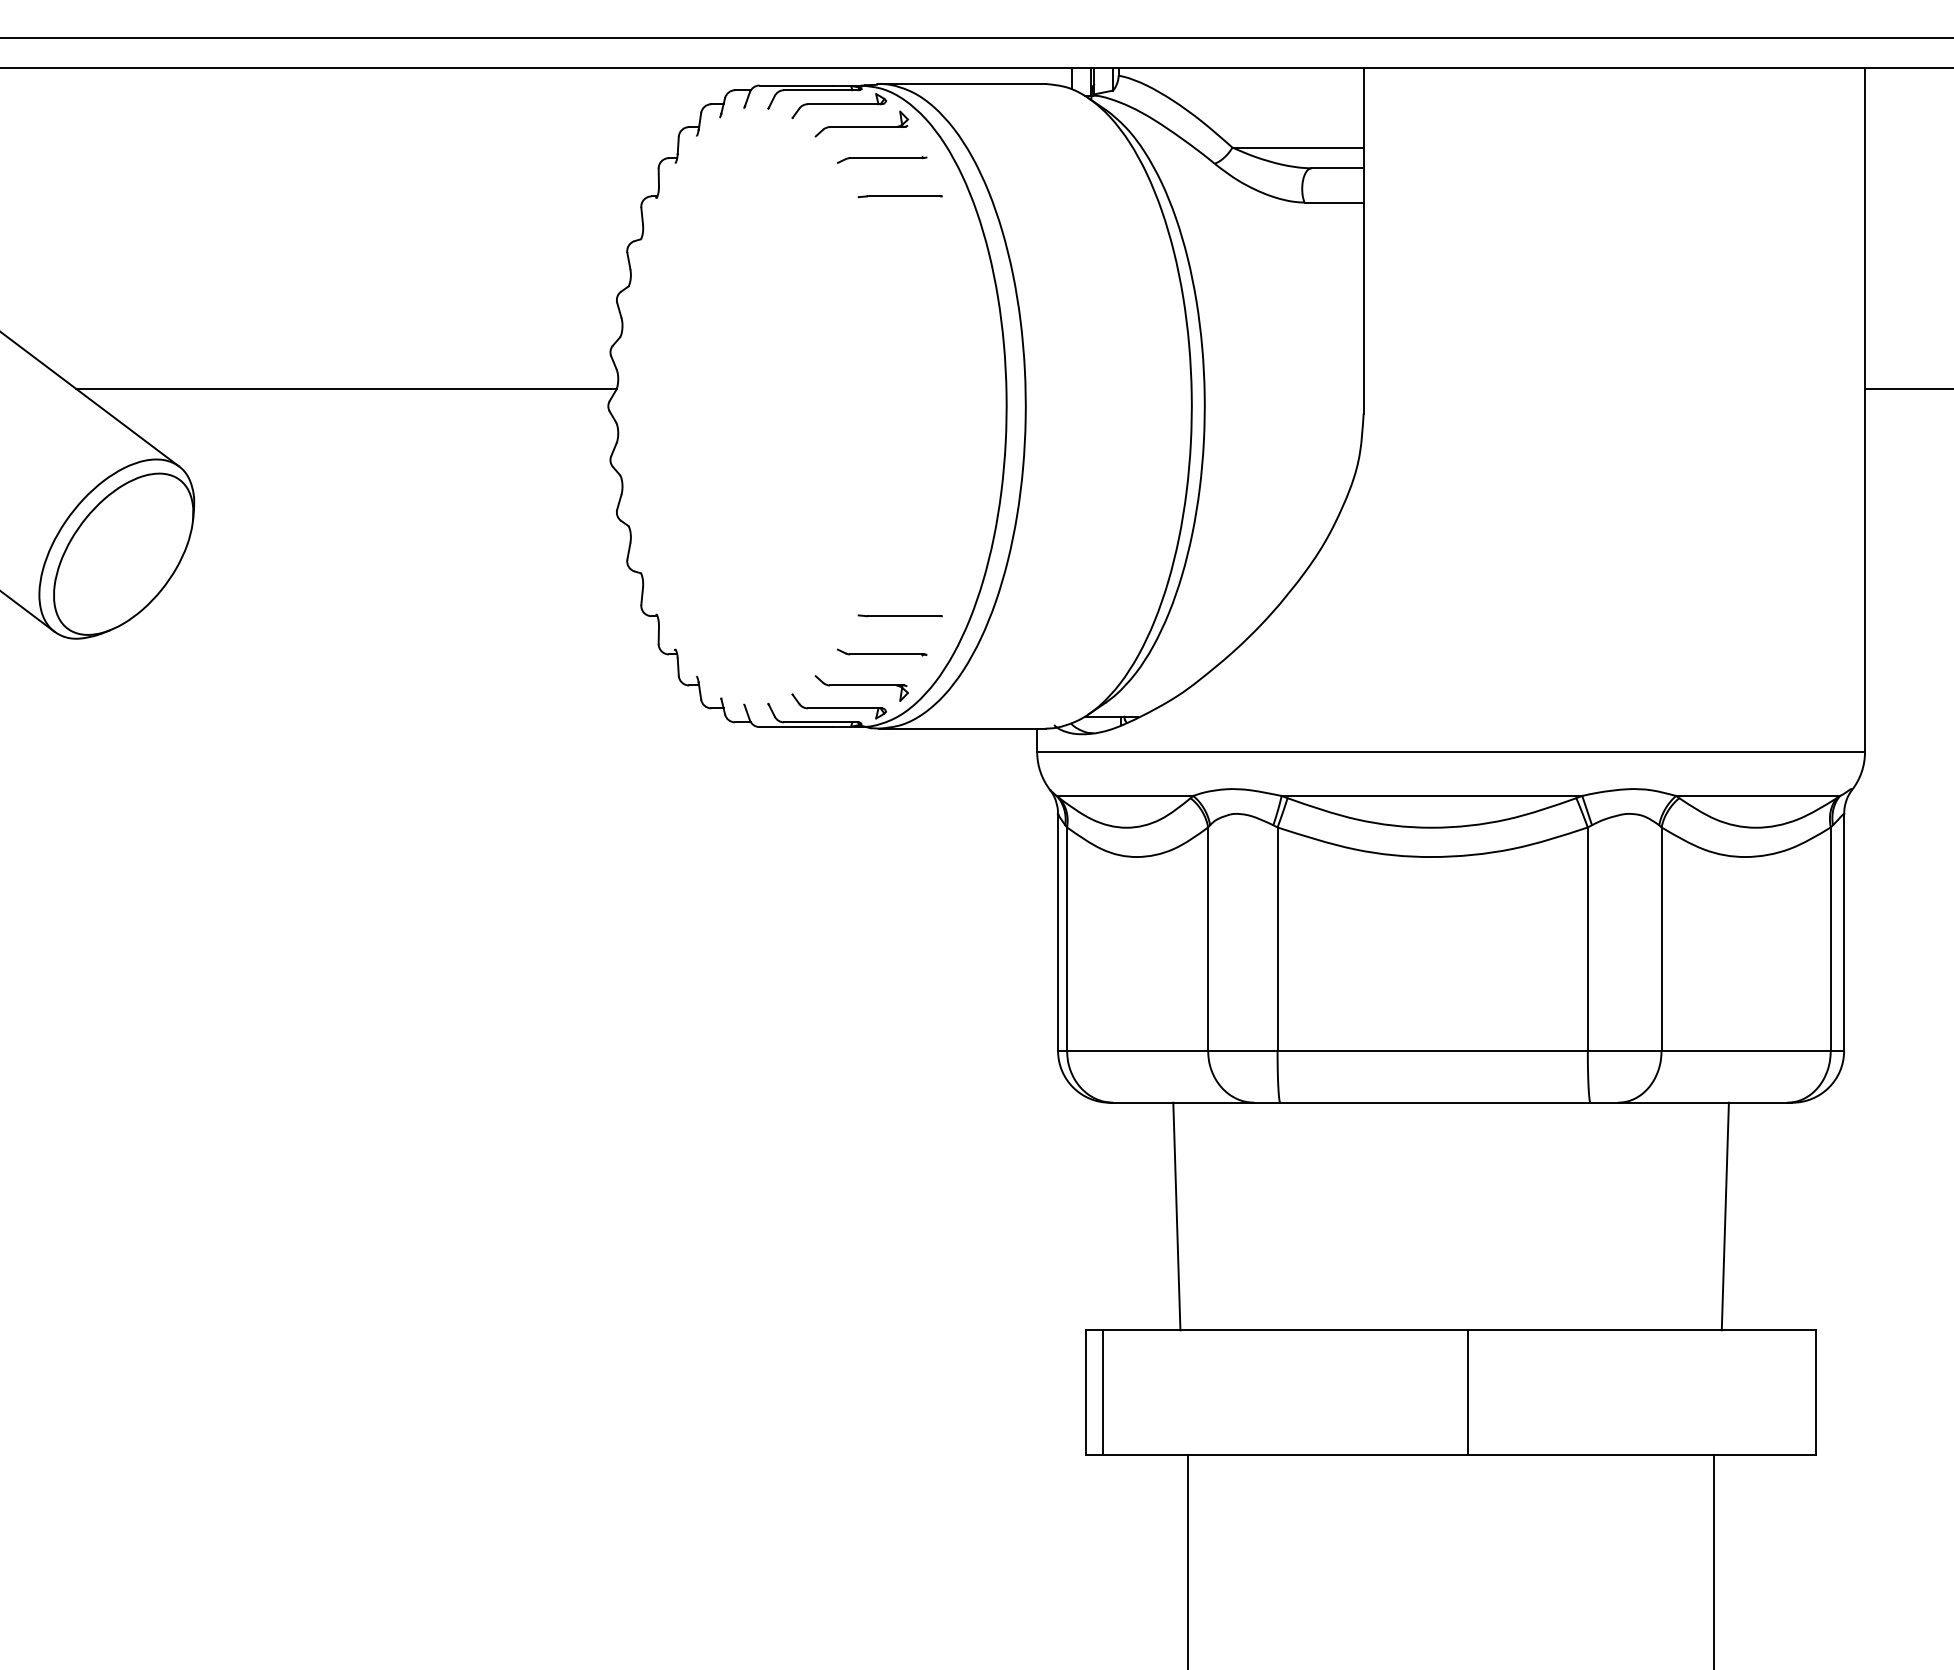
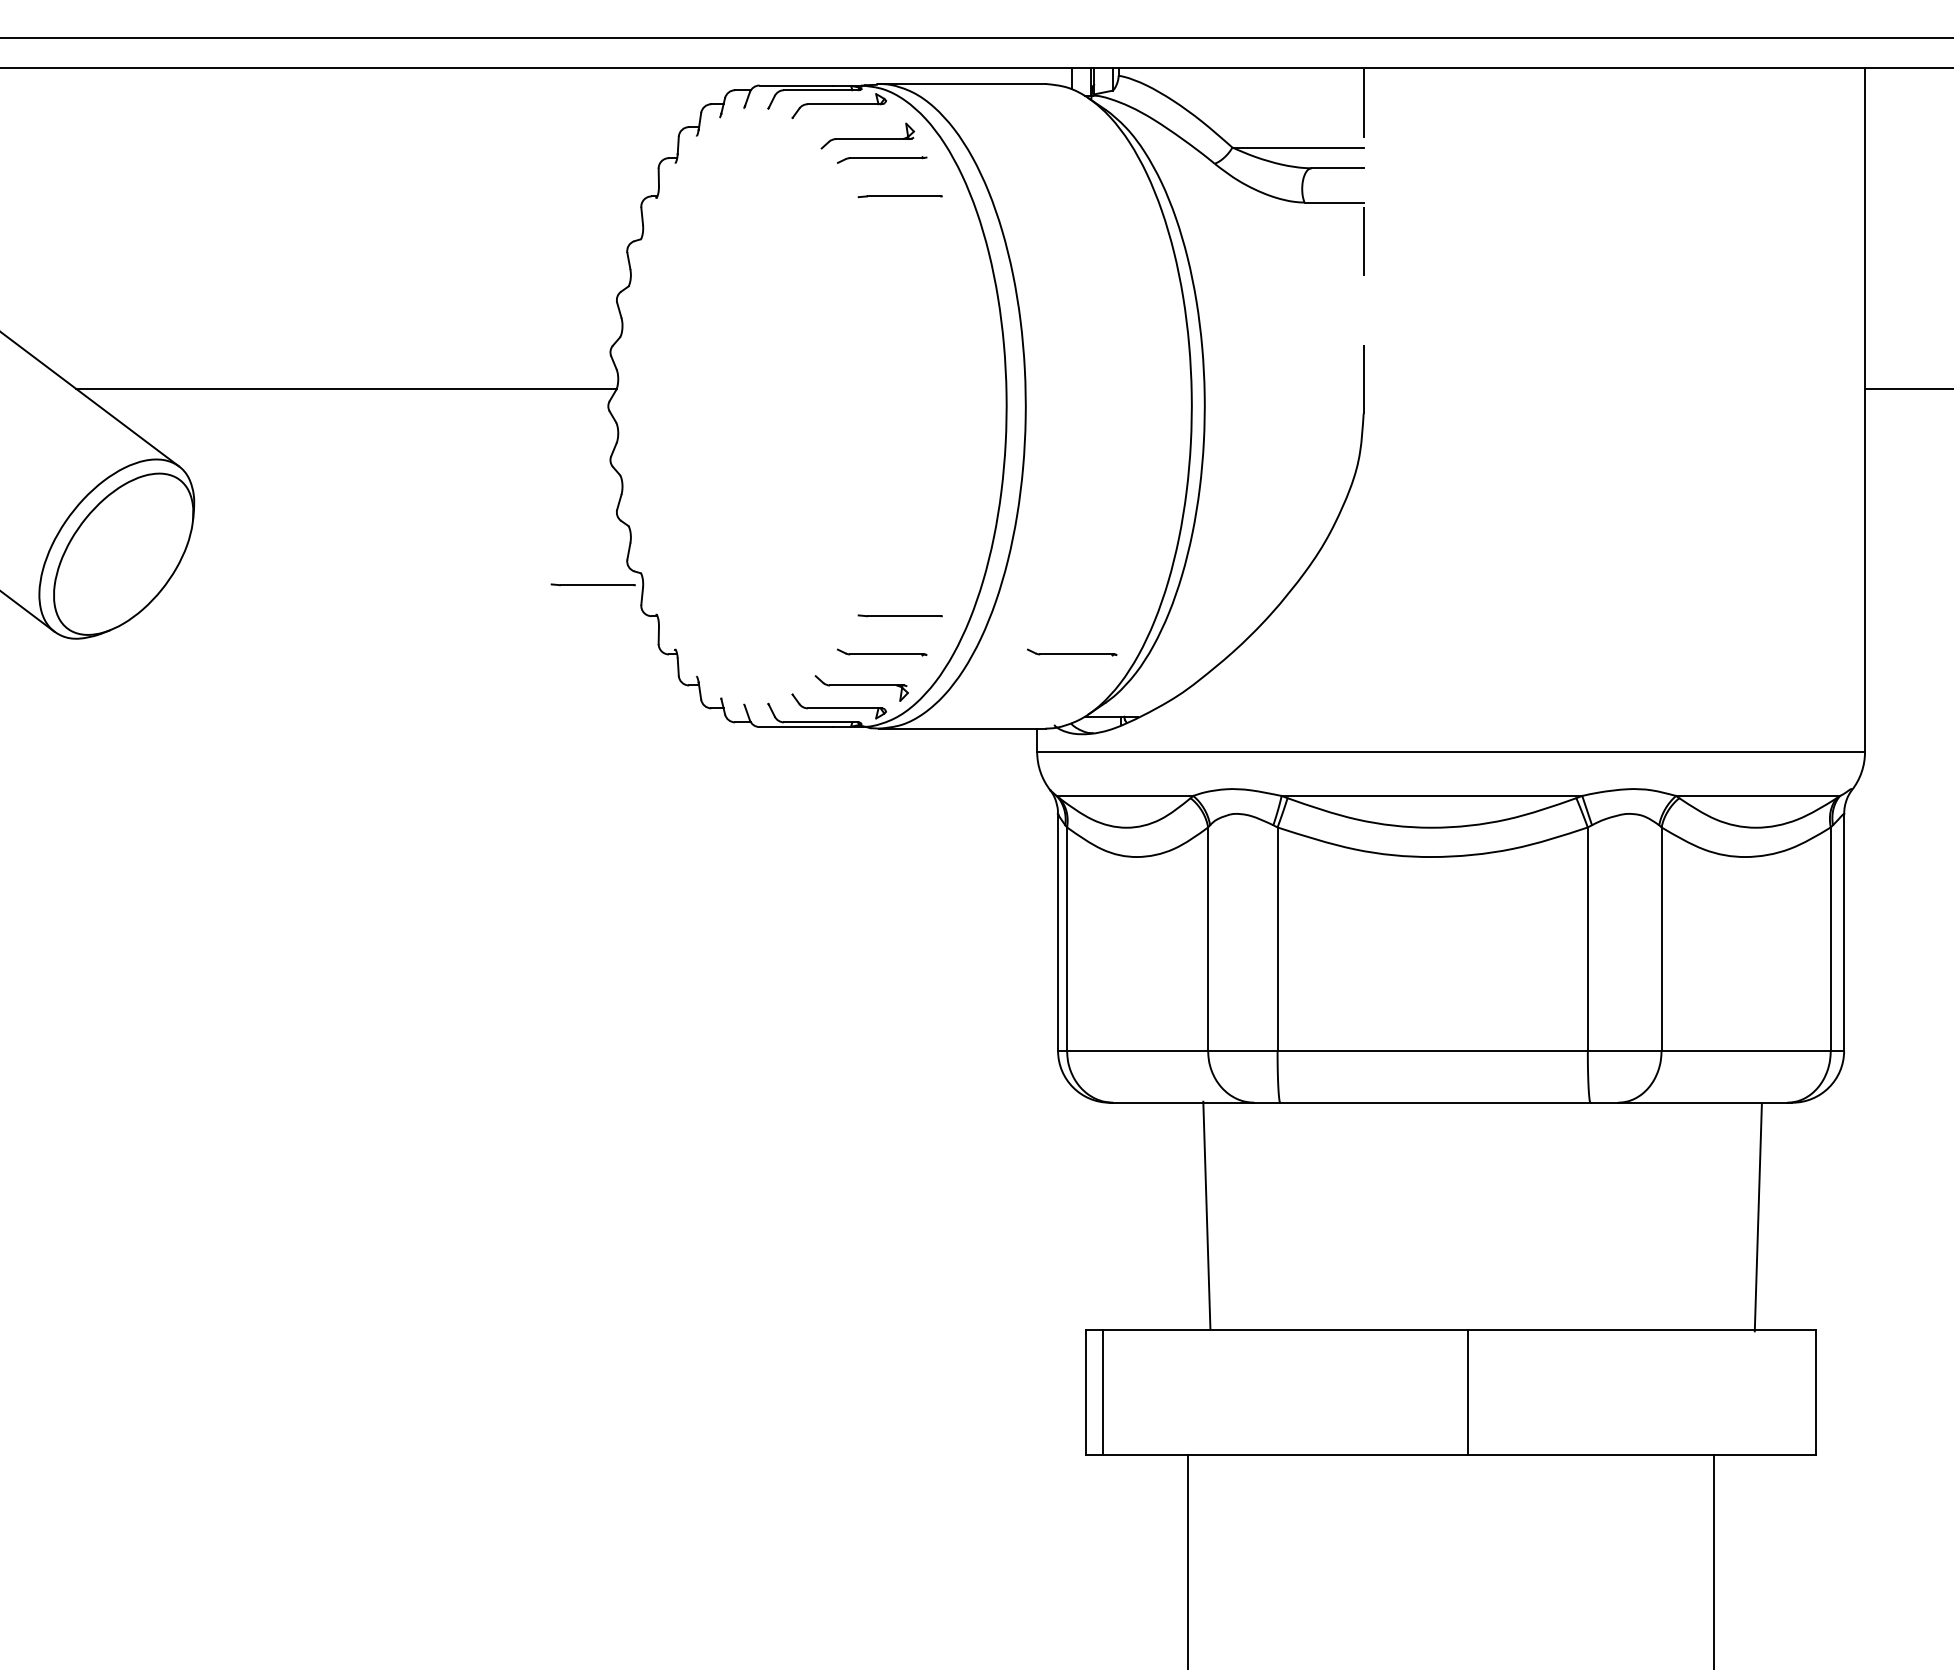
part at (861, 123) position: (861, 123) -> (867, 135)
line at (1363, 240): solid -> dashed
part at (592, 584): none -> present
part at (1072, 652): none -> present
line at (1176, 1216) position: (1176, 1216) -> (1206, 1215)
line at (1724, 1216) position: (1724, 1216) -> (1757, 1217)
